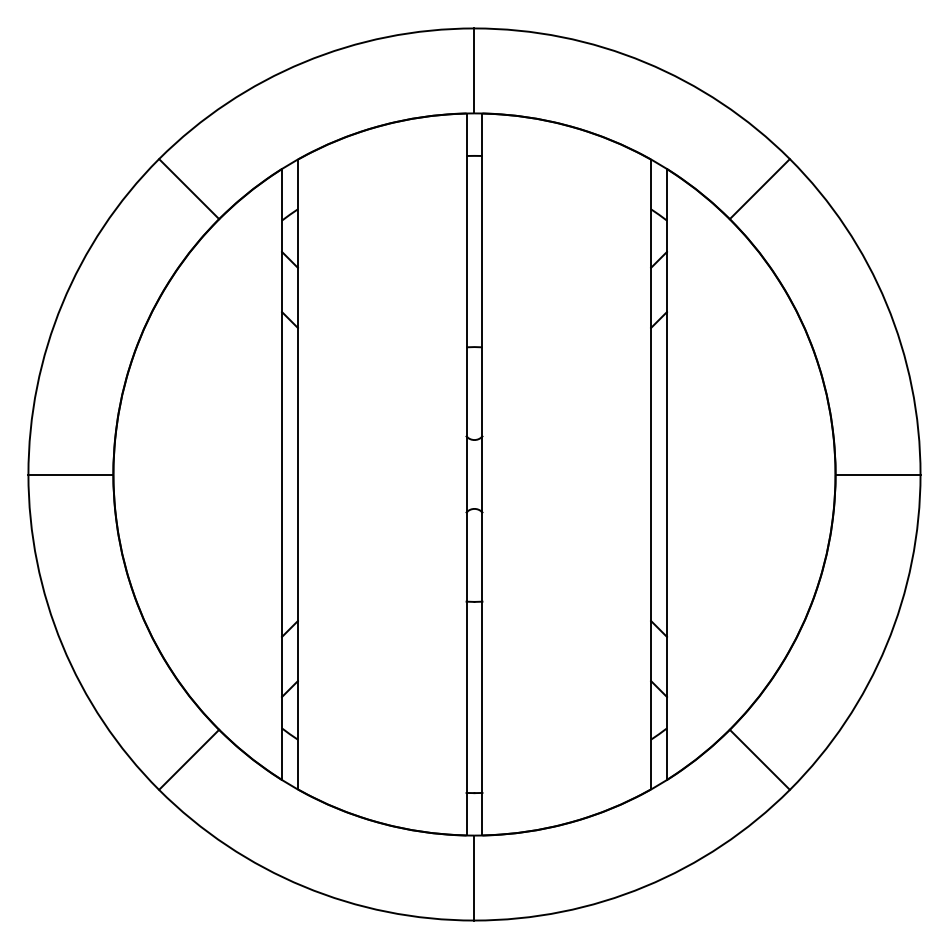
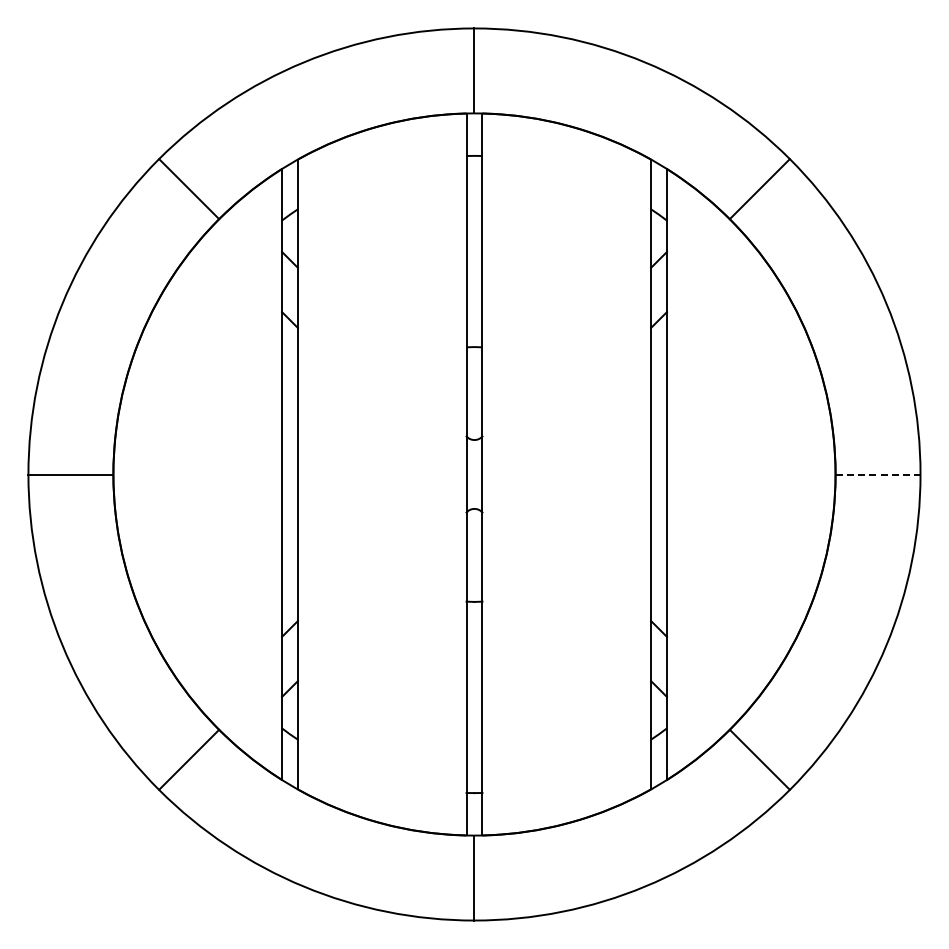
line at (878, 474): solid -> dashed
